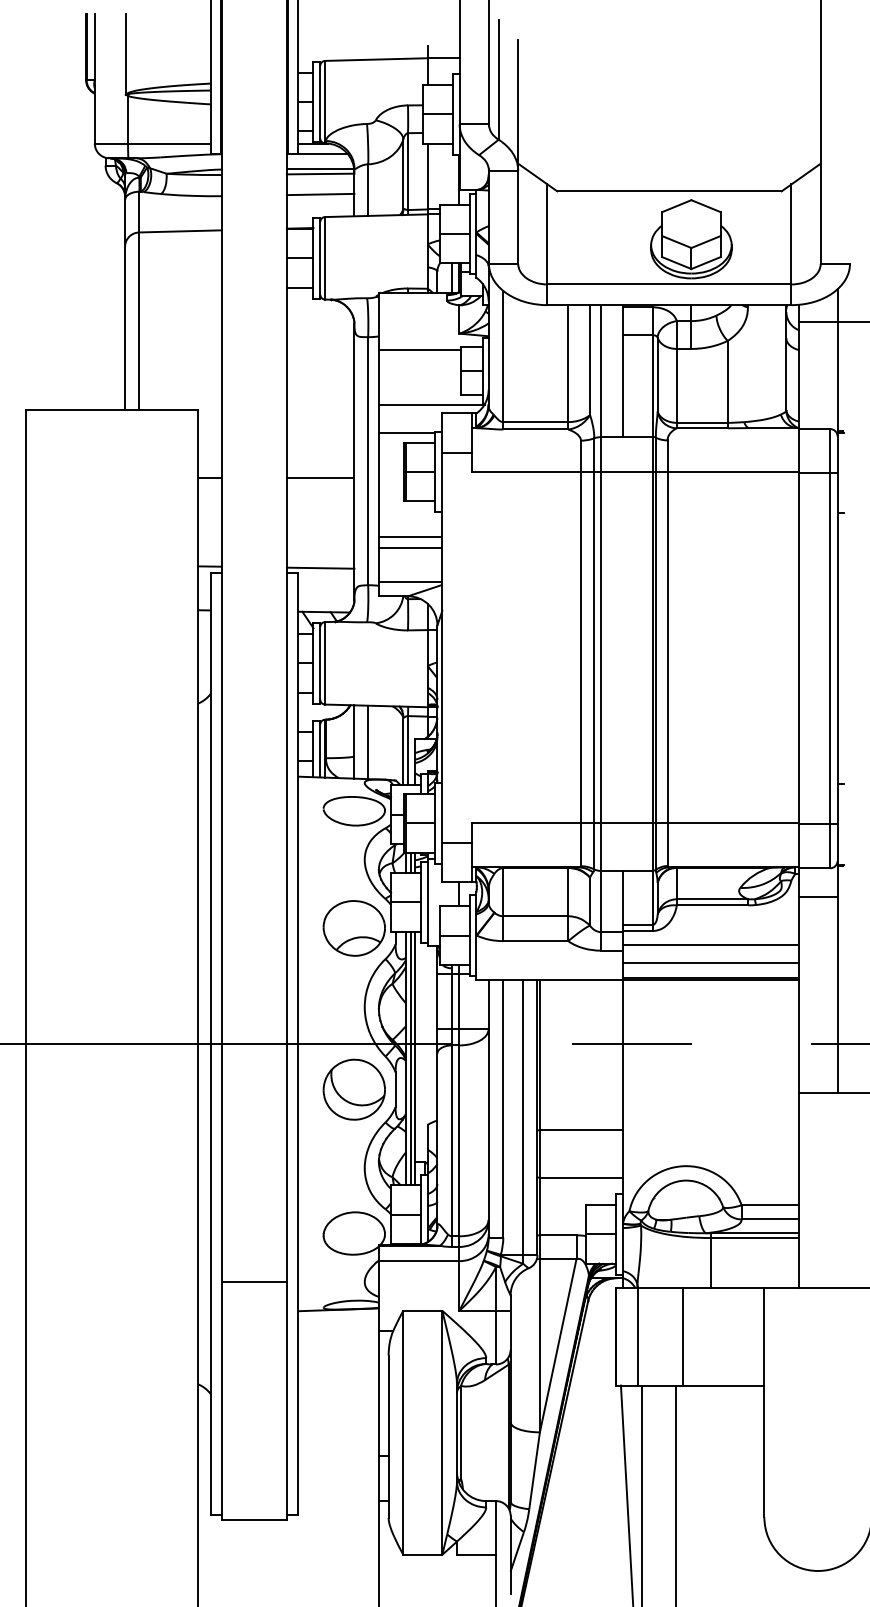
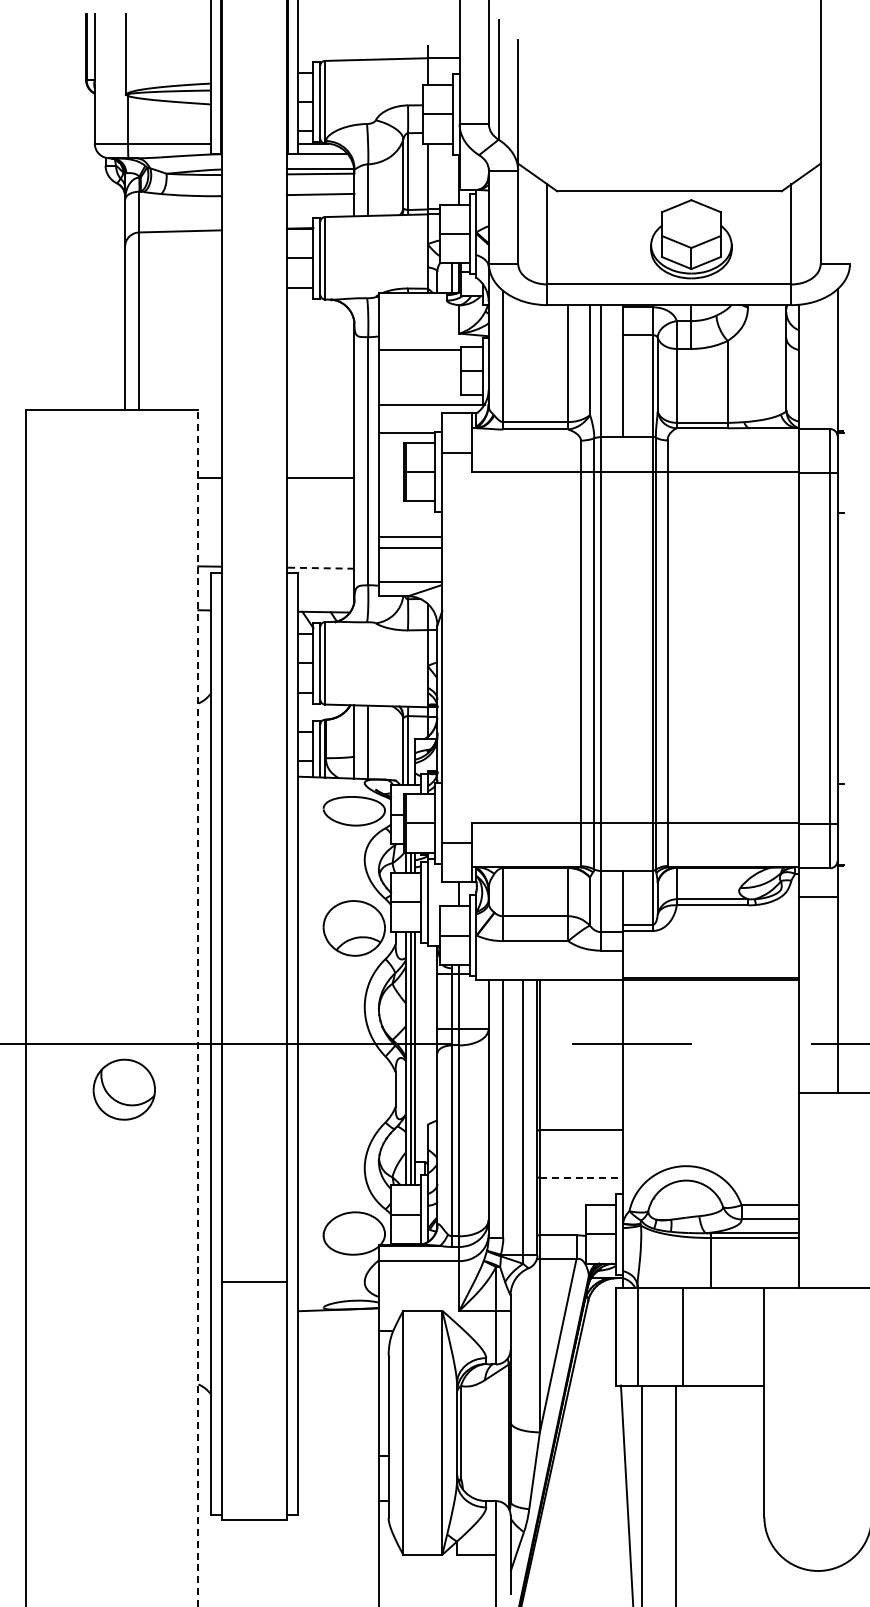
line at (832, 321): present -> none
line at (320, 568): solid -> dashed
line at (710, 945): present -> none
line at (710, 962): present -> none
line at (198, 1007): solid -> dashed
part at (353, 1089) position: (353, 1089) -> (123, 1089)
line at (581, 1177): solid -> dashed
